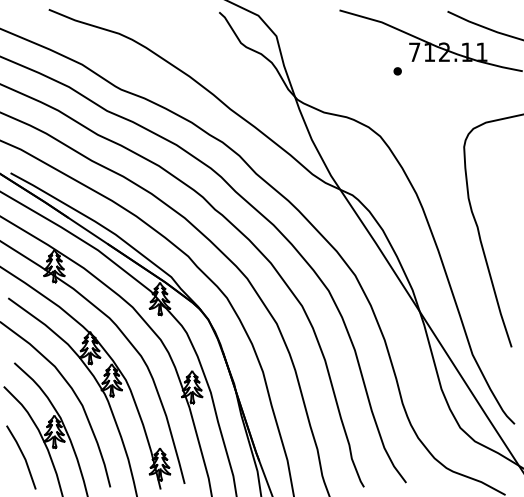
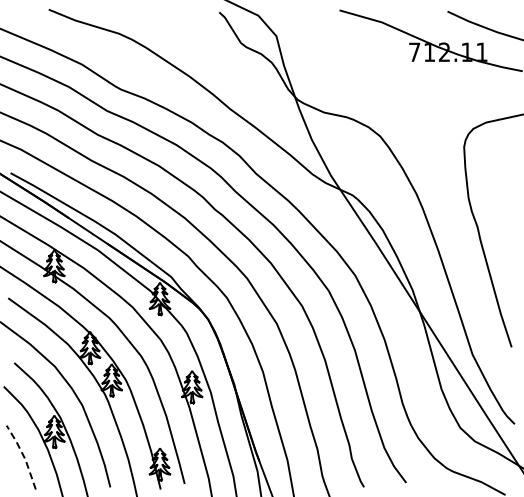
part at (397, 71): present -> none
line at (23, 456): solid -> dashed
